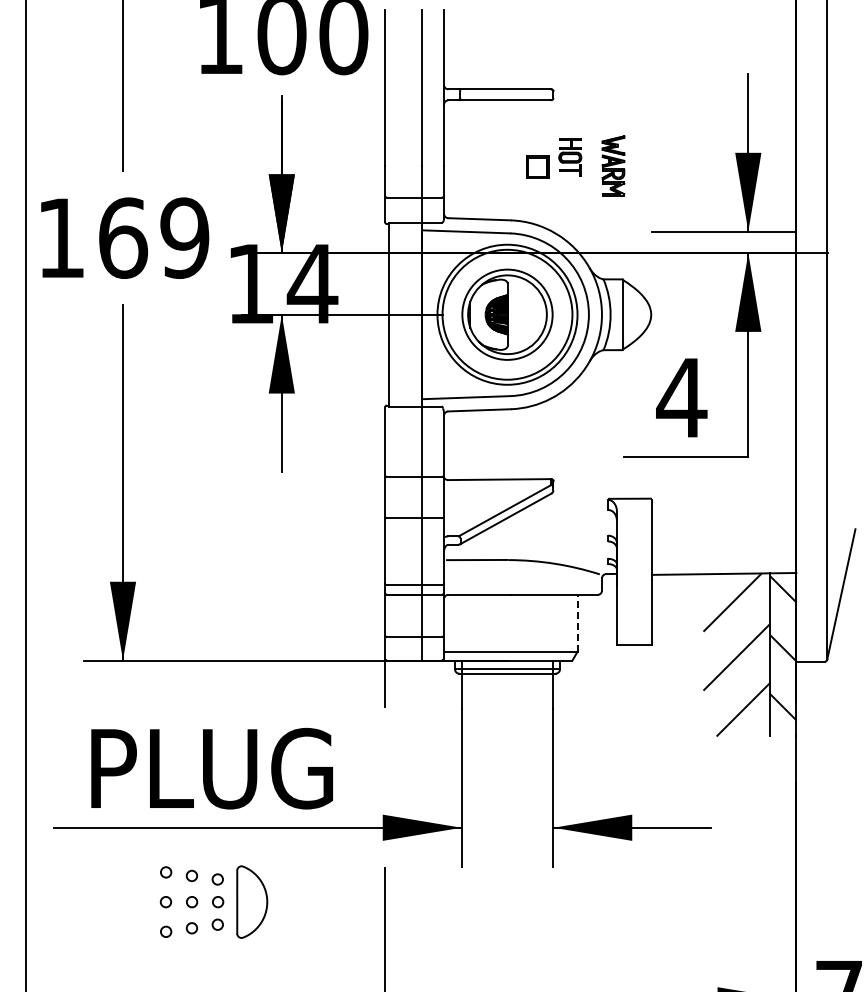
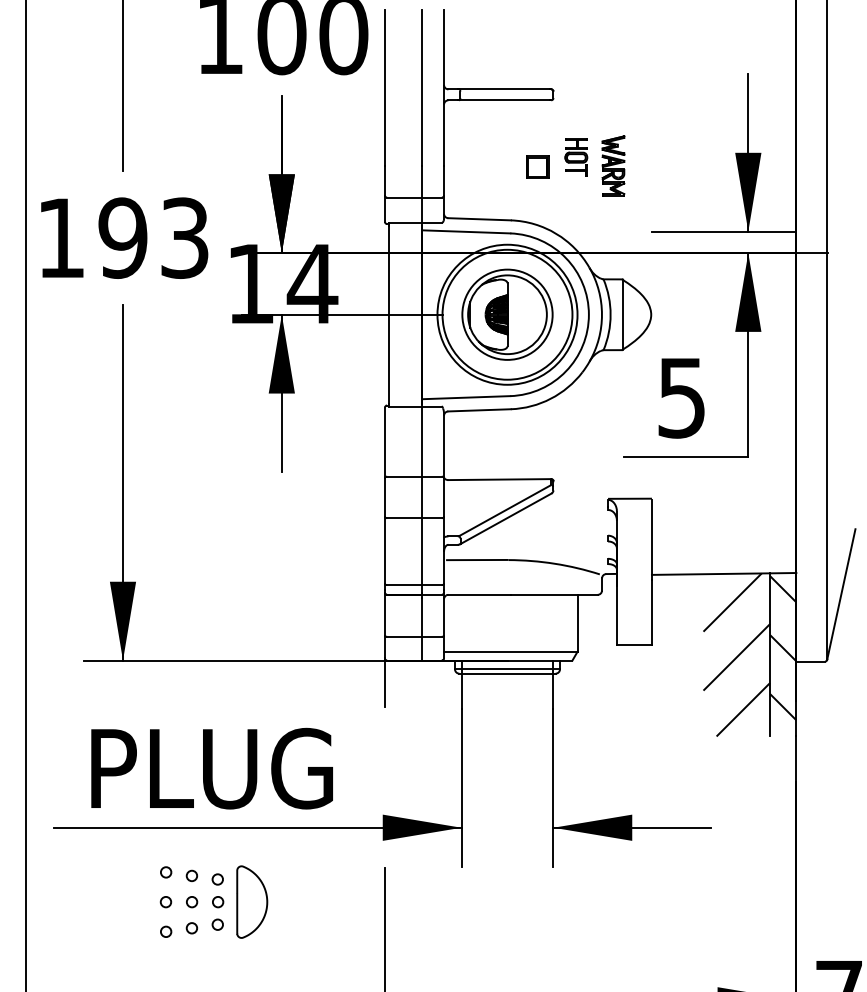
part at (570, 157) position: (570, 157) -> (576, 157)
text at (153, 237): 169 -> 193
text at (681, 398): 4 -> 5
line at (577, 622): dashed -> solid
